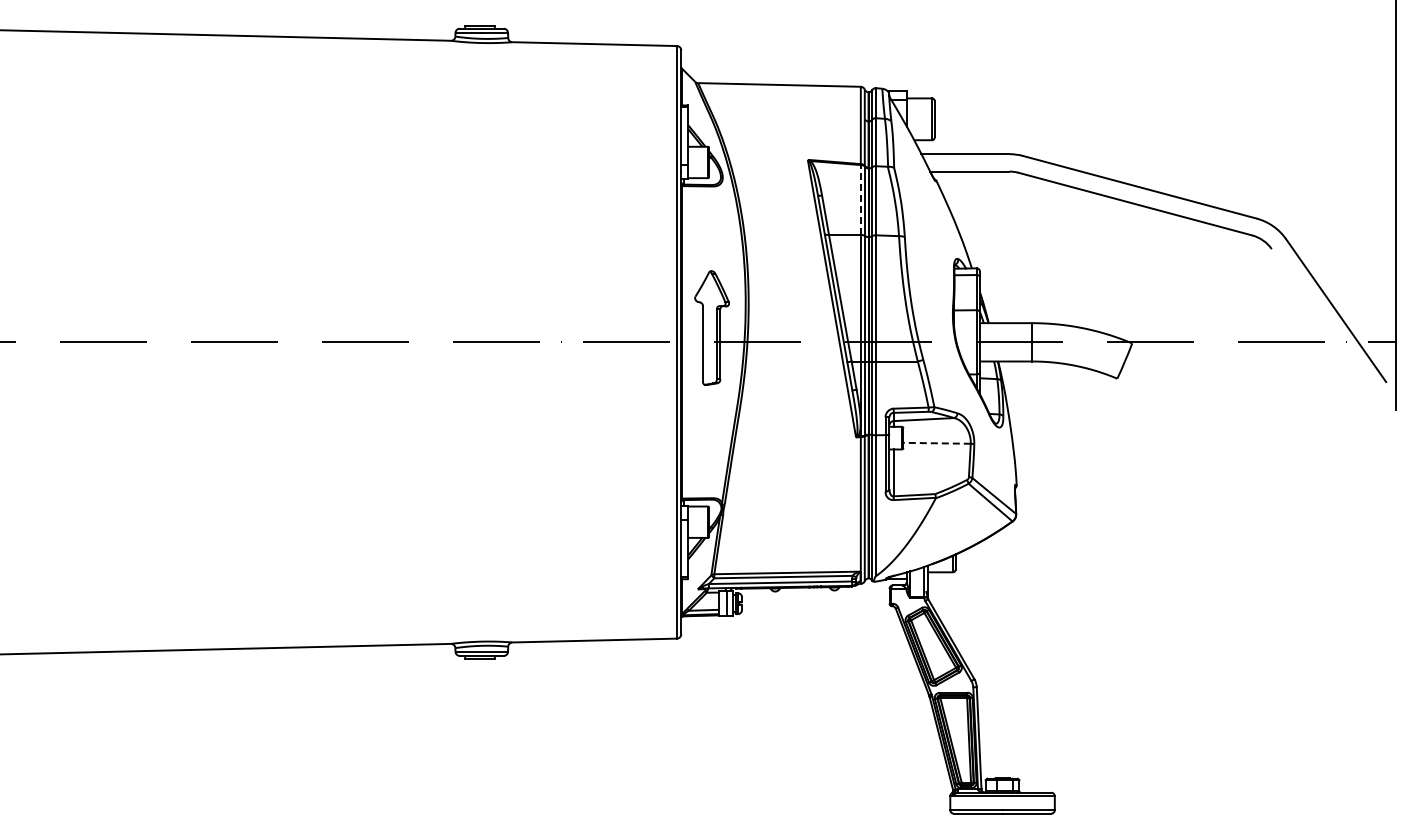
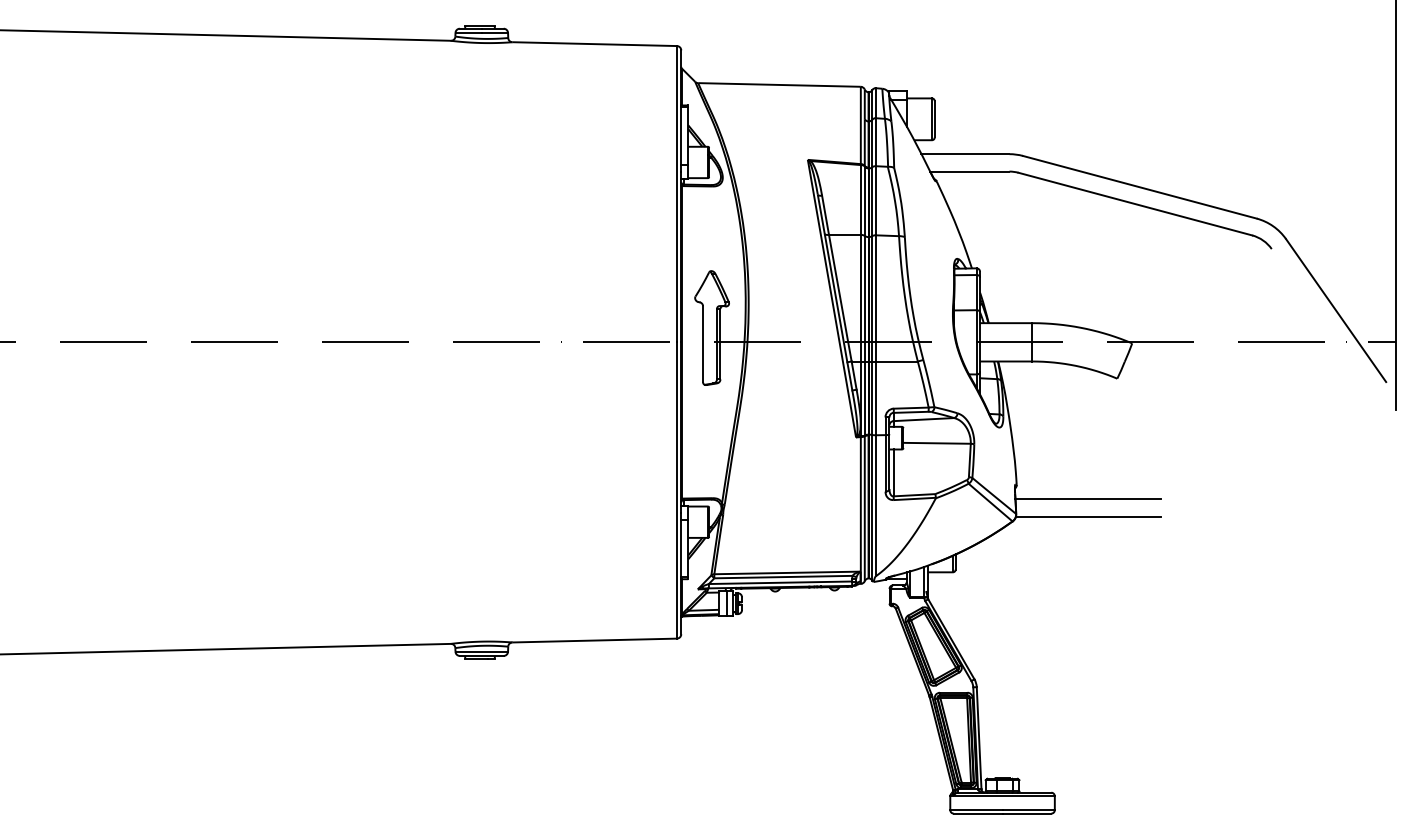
line at (860, 199): dashed -> solid
line at (937, 443): dashed -> solid
line at (1088, 499): none -> present
line at (1088, 516): none -> present
